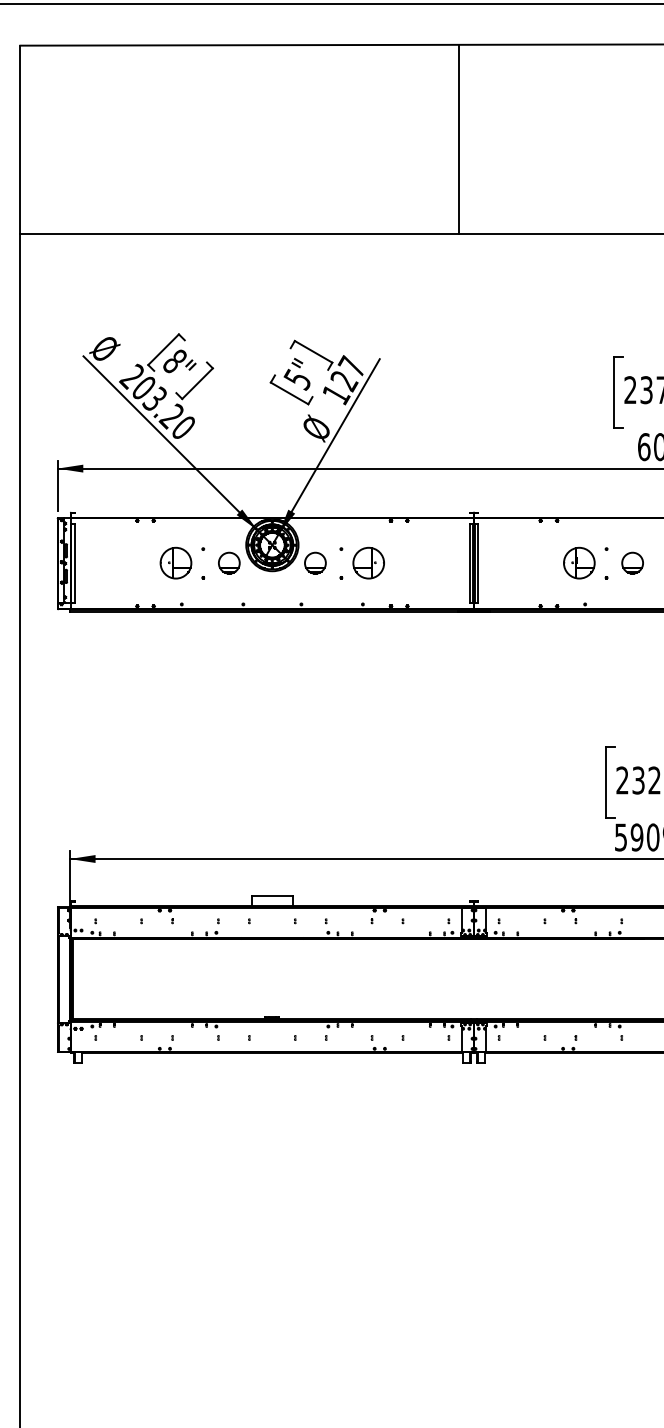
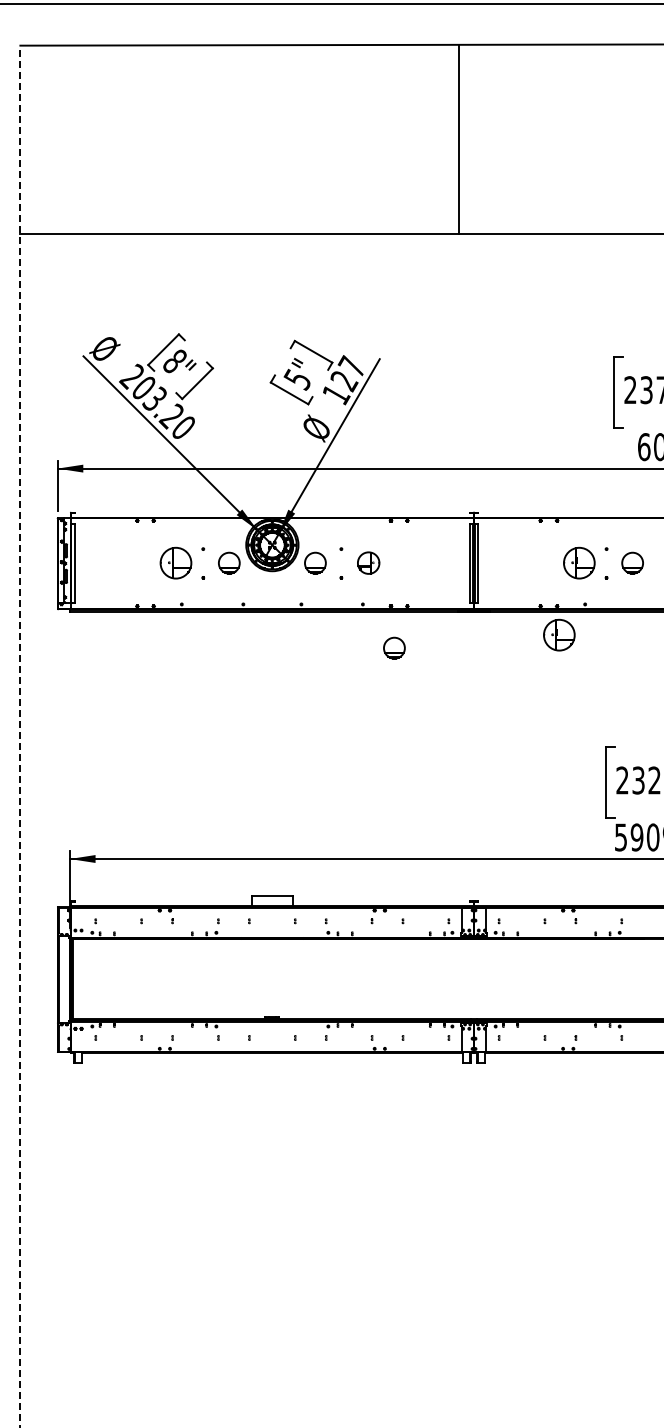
part at (368, 562) size: 33x34 px -> 24x24 px
part at (559, 634): none -> present
part at (394, 647): none -> present
line at (20, 736): solid -> dashed
